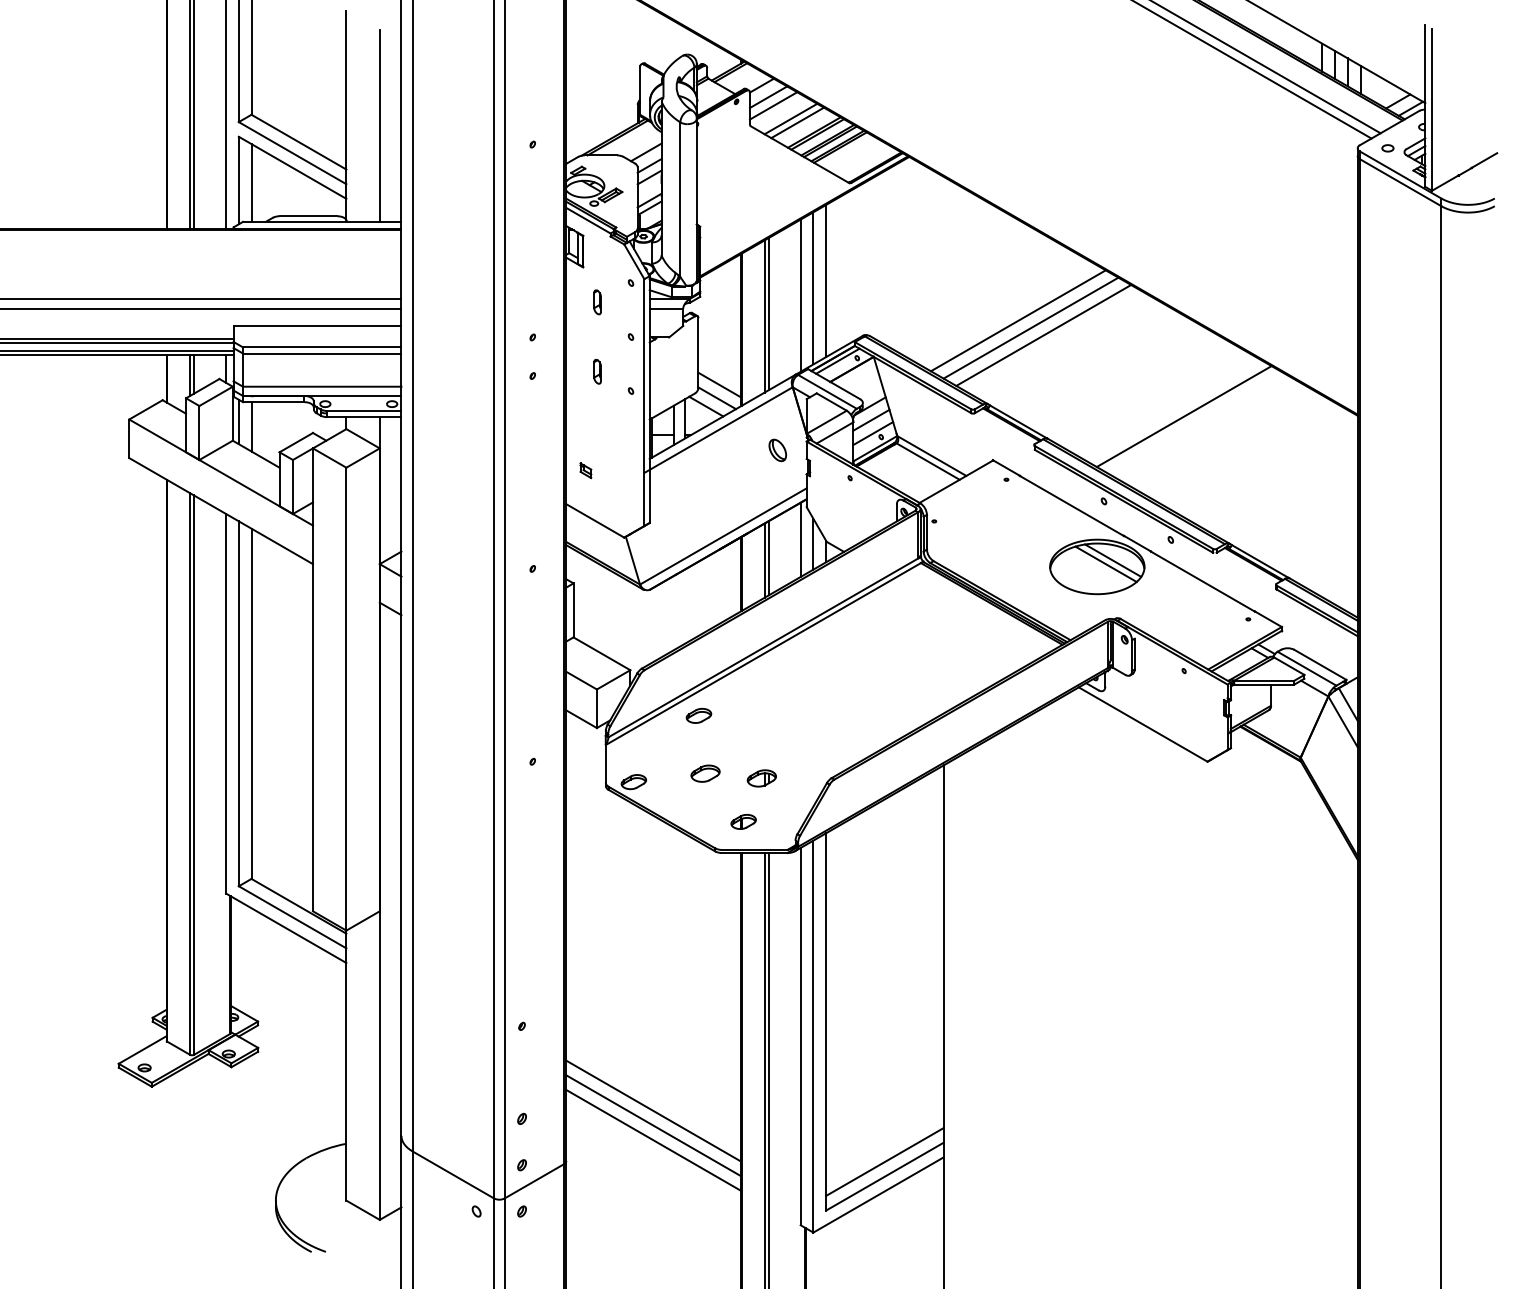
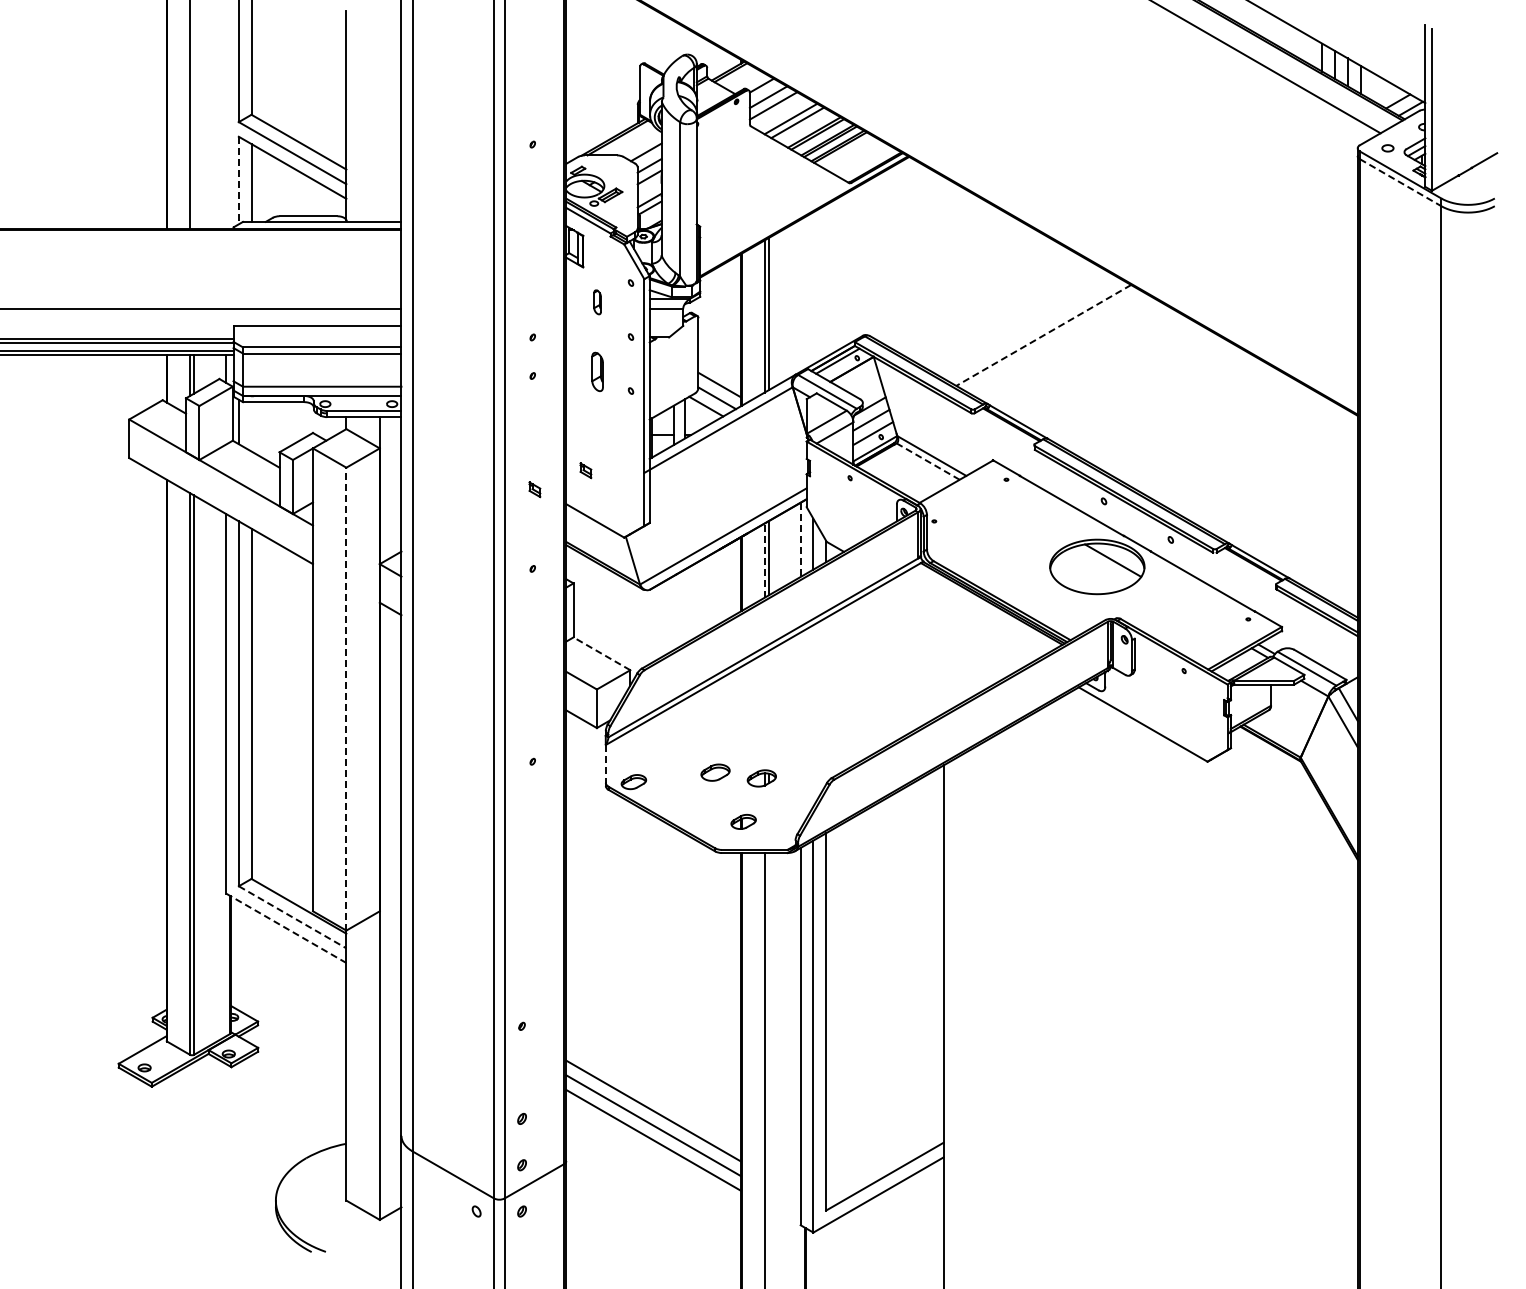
line at (1253, 70): present -> none
line at (194, 115): present -> none
line at (226, 115): present -> none
line at (379, 125): present -> none
line at (238, 180): solid -> dashed
line at (1401, 182): solid -> dashed
line at (826, 280): present -> none
line at (813, 288): present -> none
line at (800, 295): present -> none
line at (201, 298): present -> none
line at (1017, 320): present -> none
line at (1030, 327): present -> none
line at (1043, 335): solid -> dashed
part at (597, 371) size: 9x27 px -> 13x41 px
line at (1183, 416): present -> none
line at (251, 426): present -> none
part at (777, 450): present -> none
line at (927, 461): solid -> dashed
part at (534, 489): none -> present
line at (800, 540): solid -> dashed
line at (764, 560): solid -> dashed
line at (1105, 563): present -> none
line at (601, 653): solid -> dashed
line at (346, 698): solid -> dashed
part at (698, 715): present -> none
line at (605, 763): solid -> dashed
part at (705, 773) position: (705, 773) -> (715, 772)
line at (293, 917): solid -> dashed
line at (286, 928): solid -> dashed
line at (768, 1069): present -> none
line at (884, 1161): present -> none
